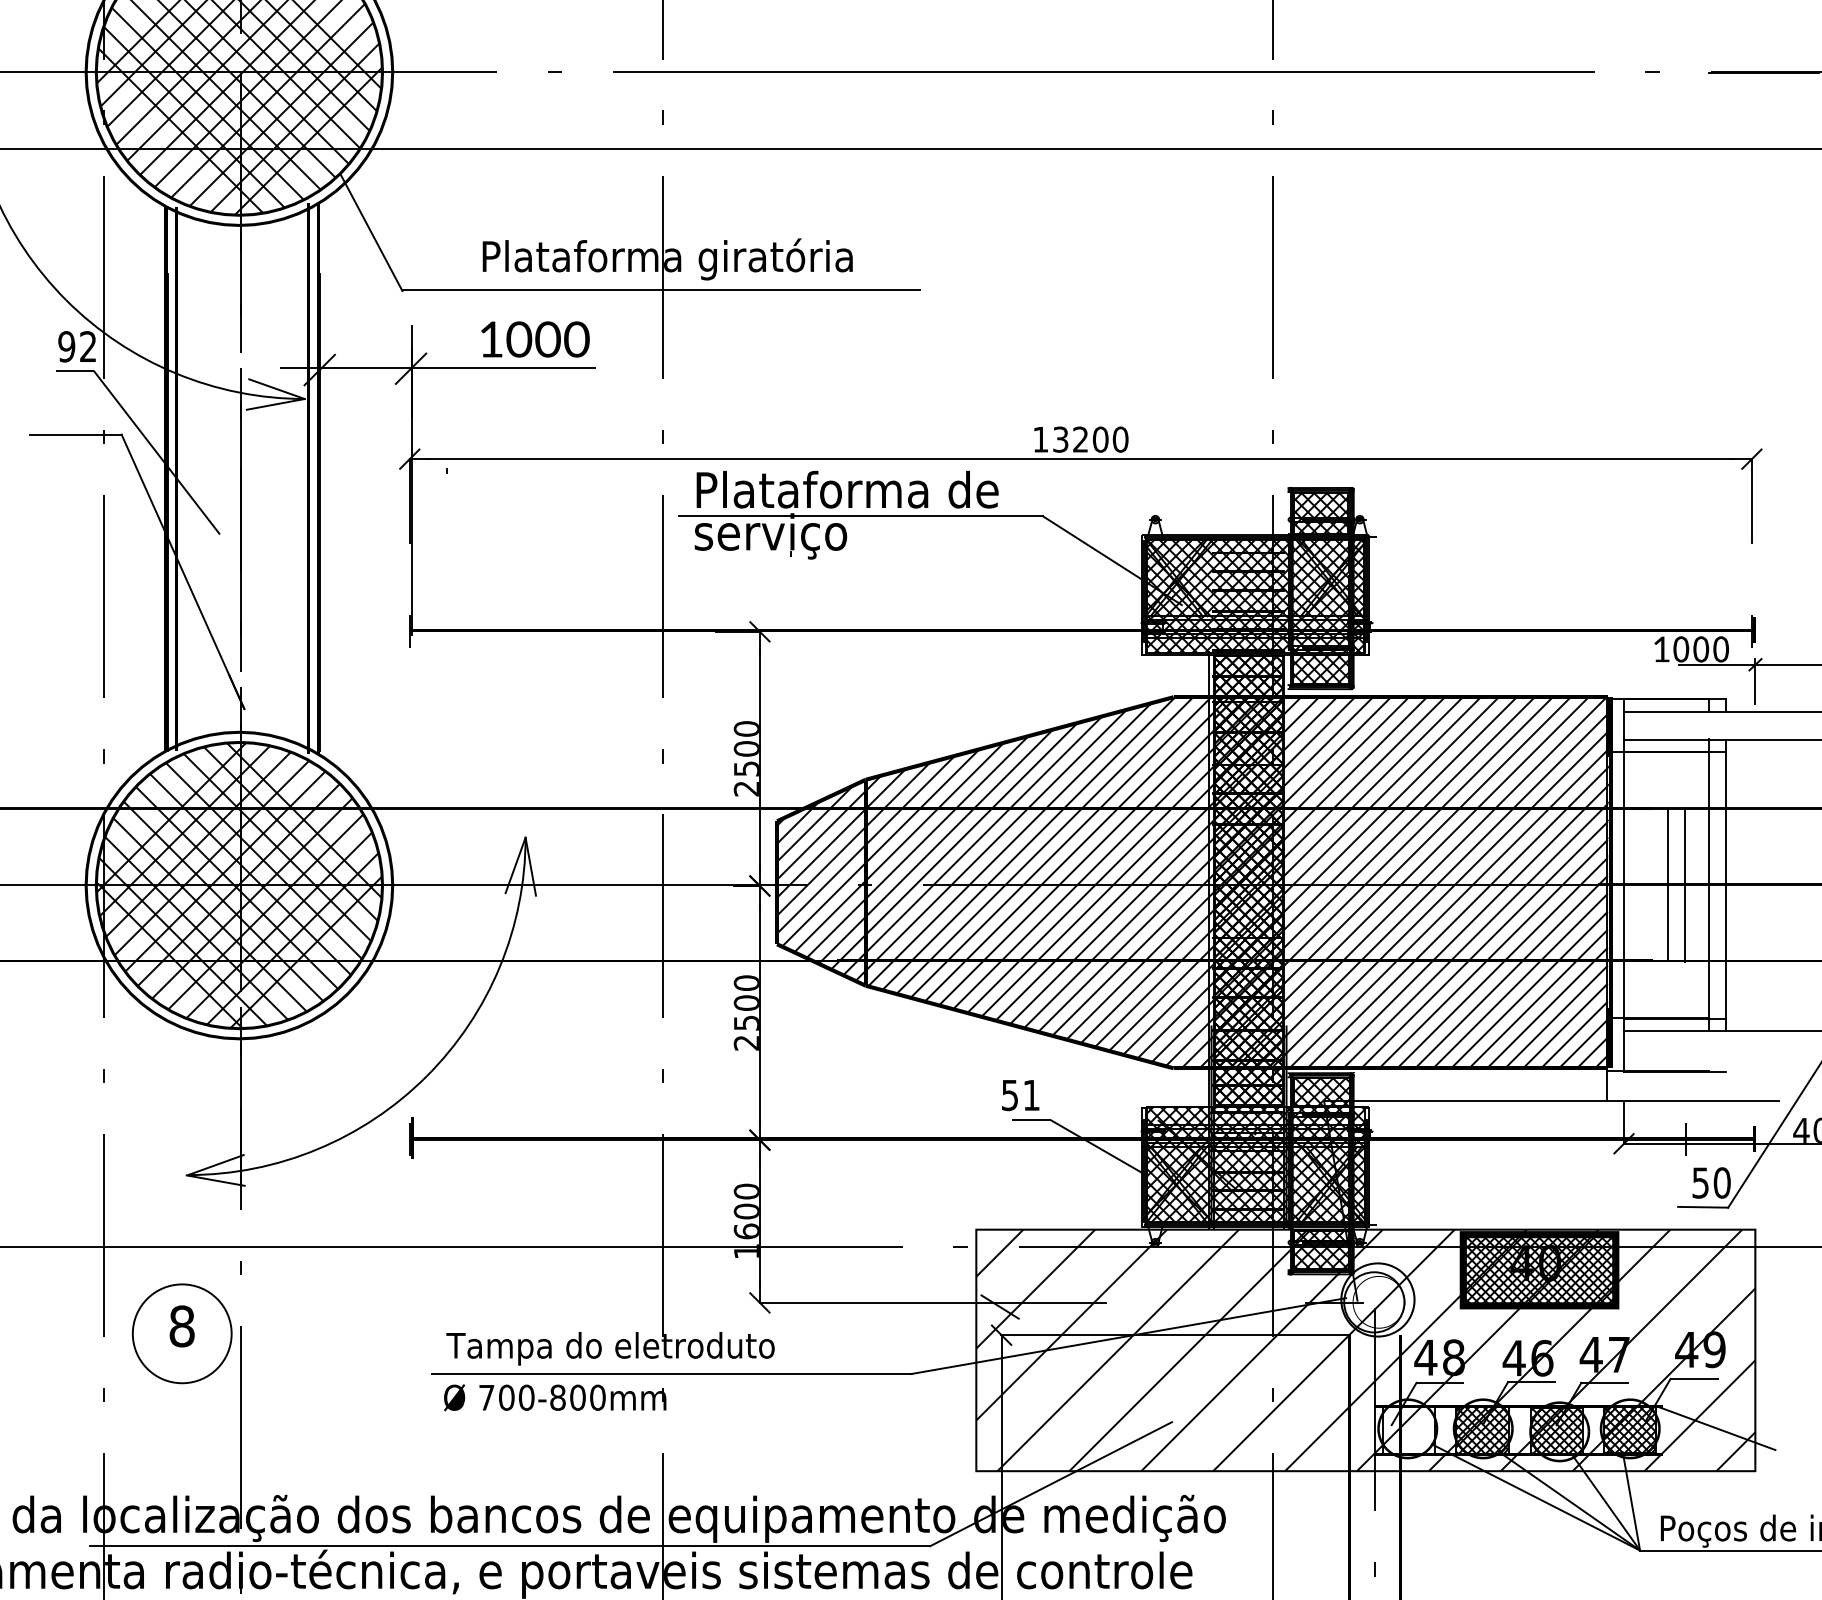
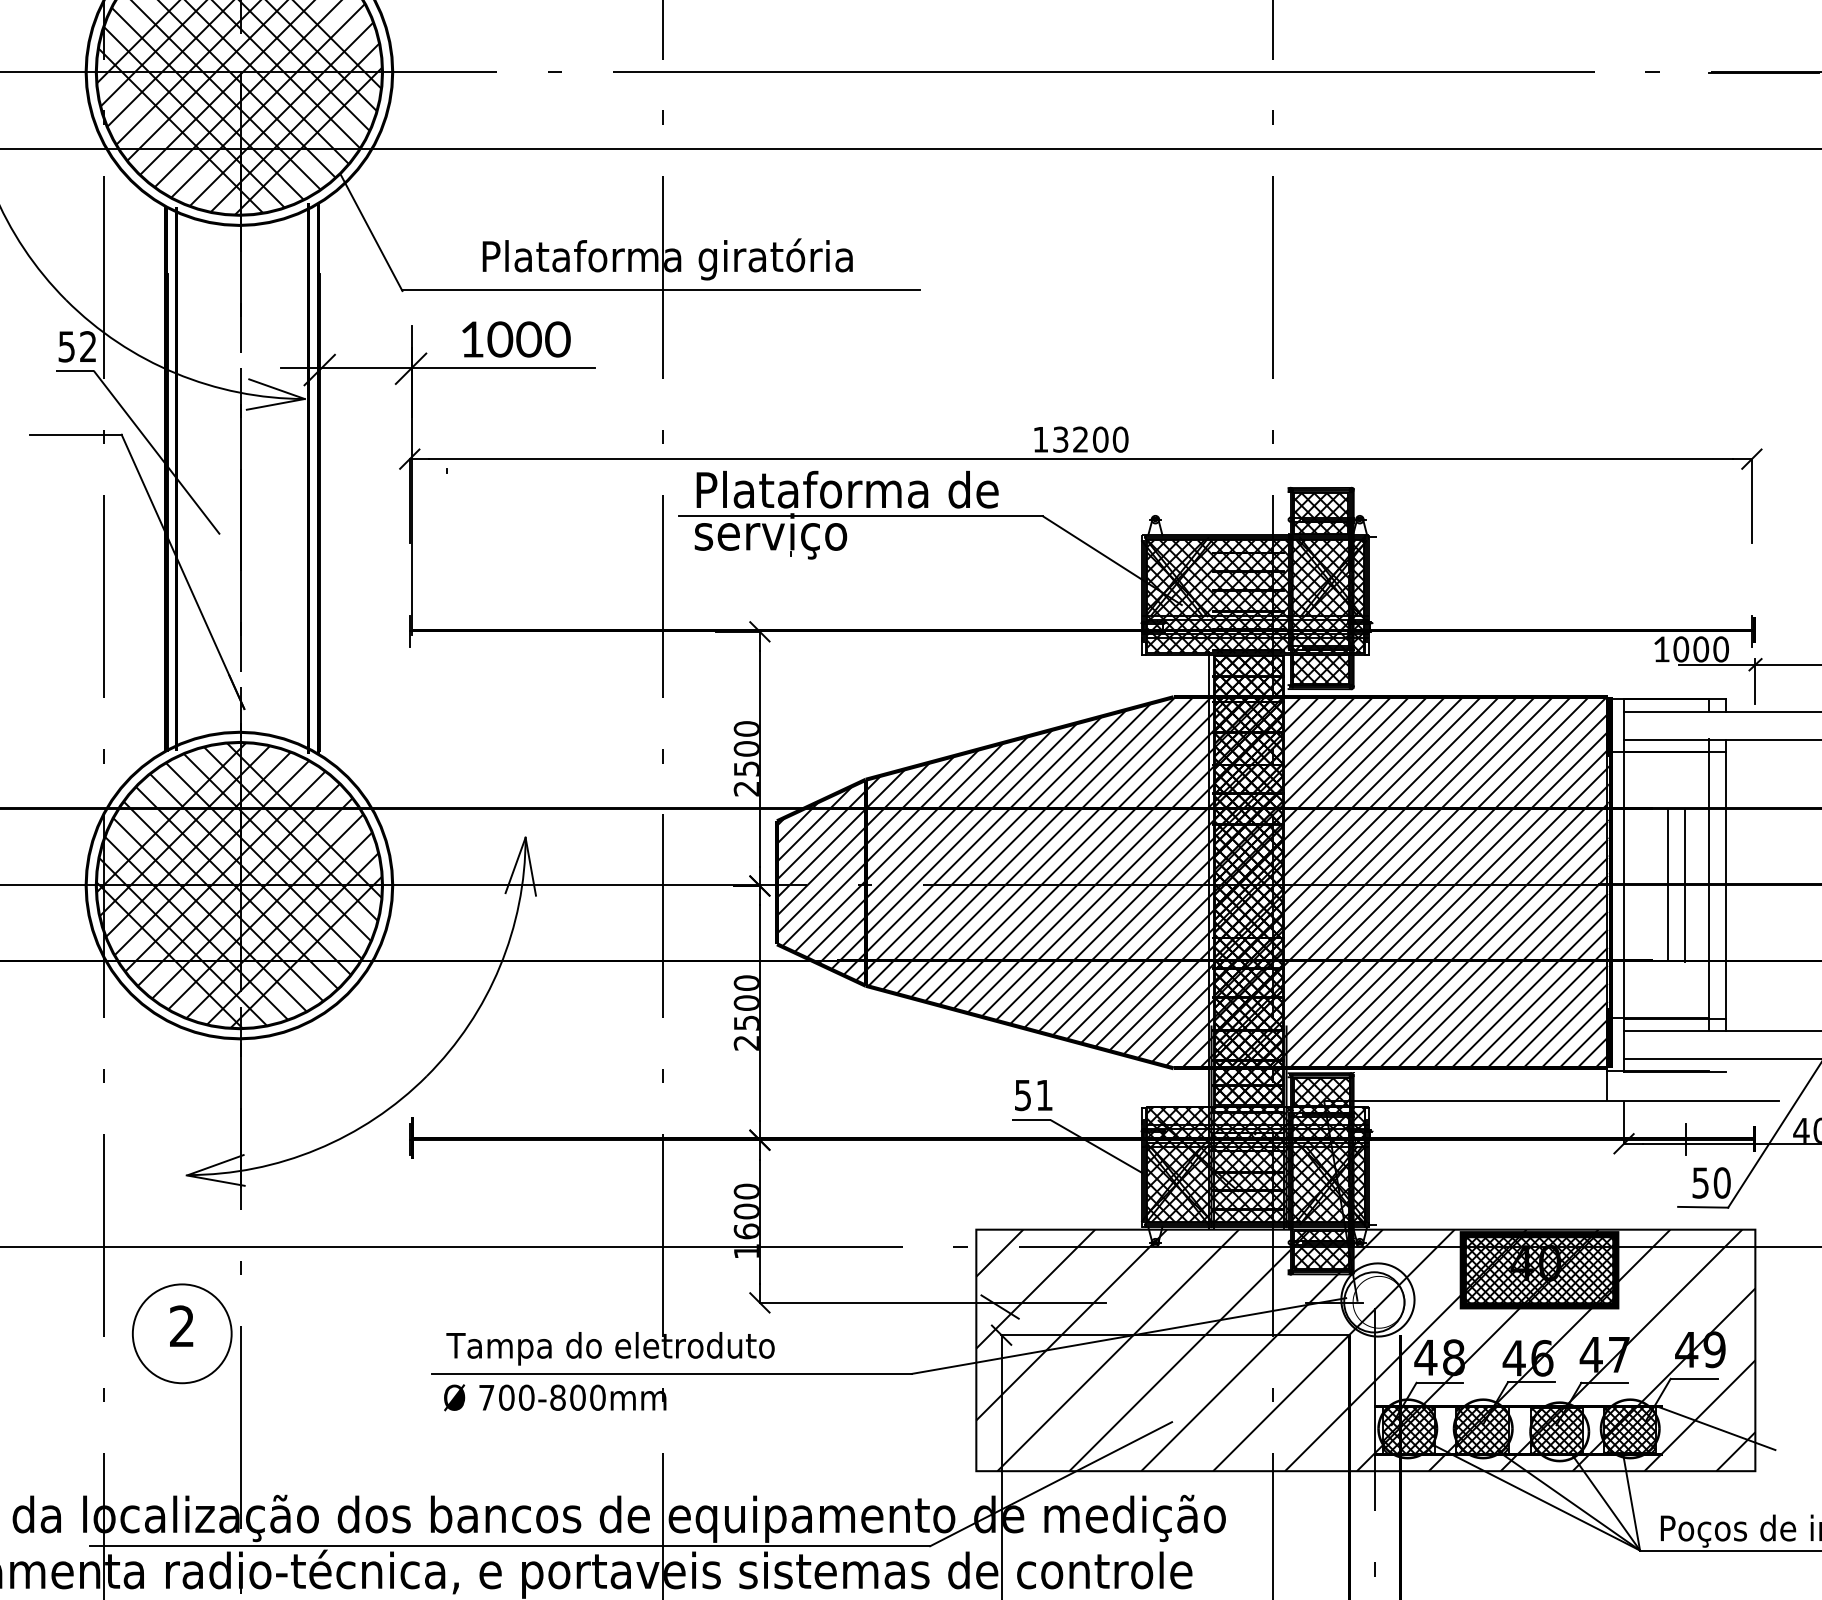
text at (535, 339) position: (535, 339) -> (516, 339)
text at (66, 346): 92 -> 52
line at (1721, 1059): none -> present
text at (1020, 1095) position: (1020, 1095) -> (1033, 1095)
text at (181, 1326): 8 -> 2
hatch at (1408, 1430): none -> present
